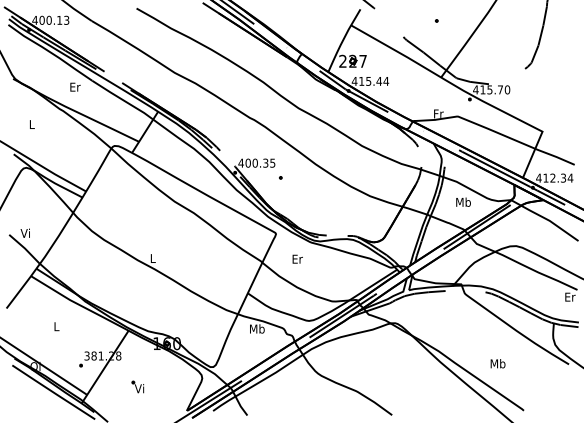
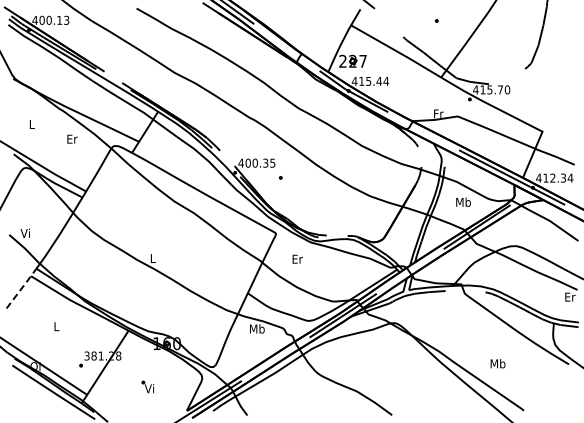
text at (75, 86) position: (75, 86) -> (72, 138)
line at (22, 288): solid -> dashed
text at (137, 386) position: (137, 386) -> (147, 386)
